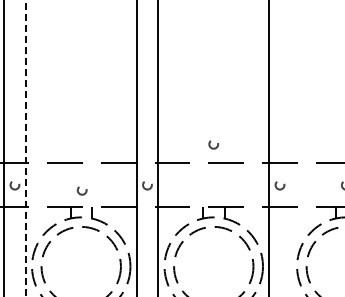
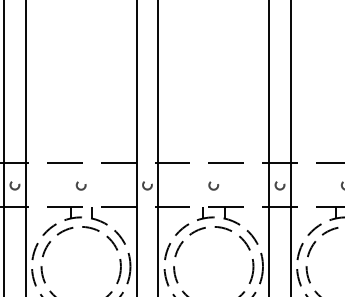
circle at (213, 144) position: (213, 144) -> (213, 185)
line at (290, 147): none -> present
line at (25, 148): dashed -> solid
circle at (81, 190) position: (81, 190) -> (80, 185)
